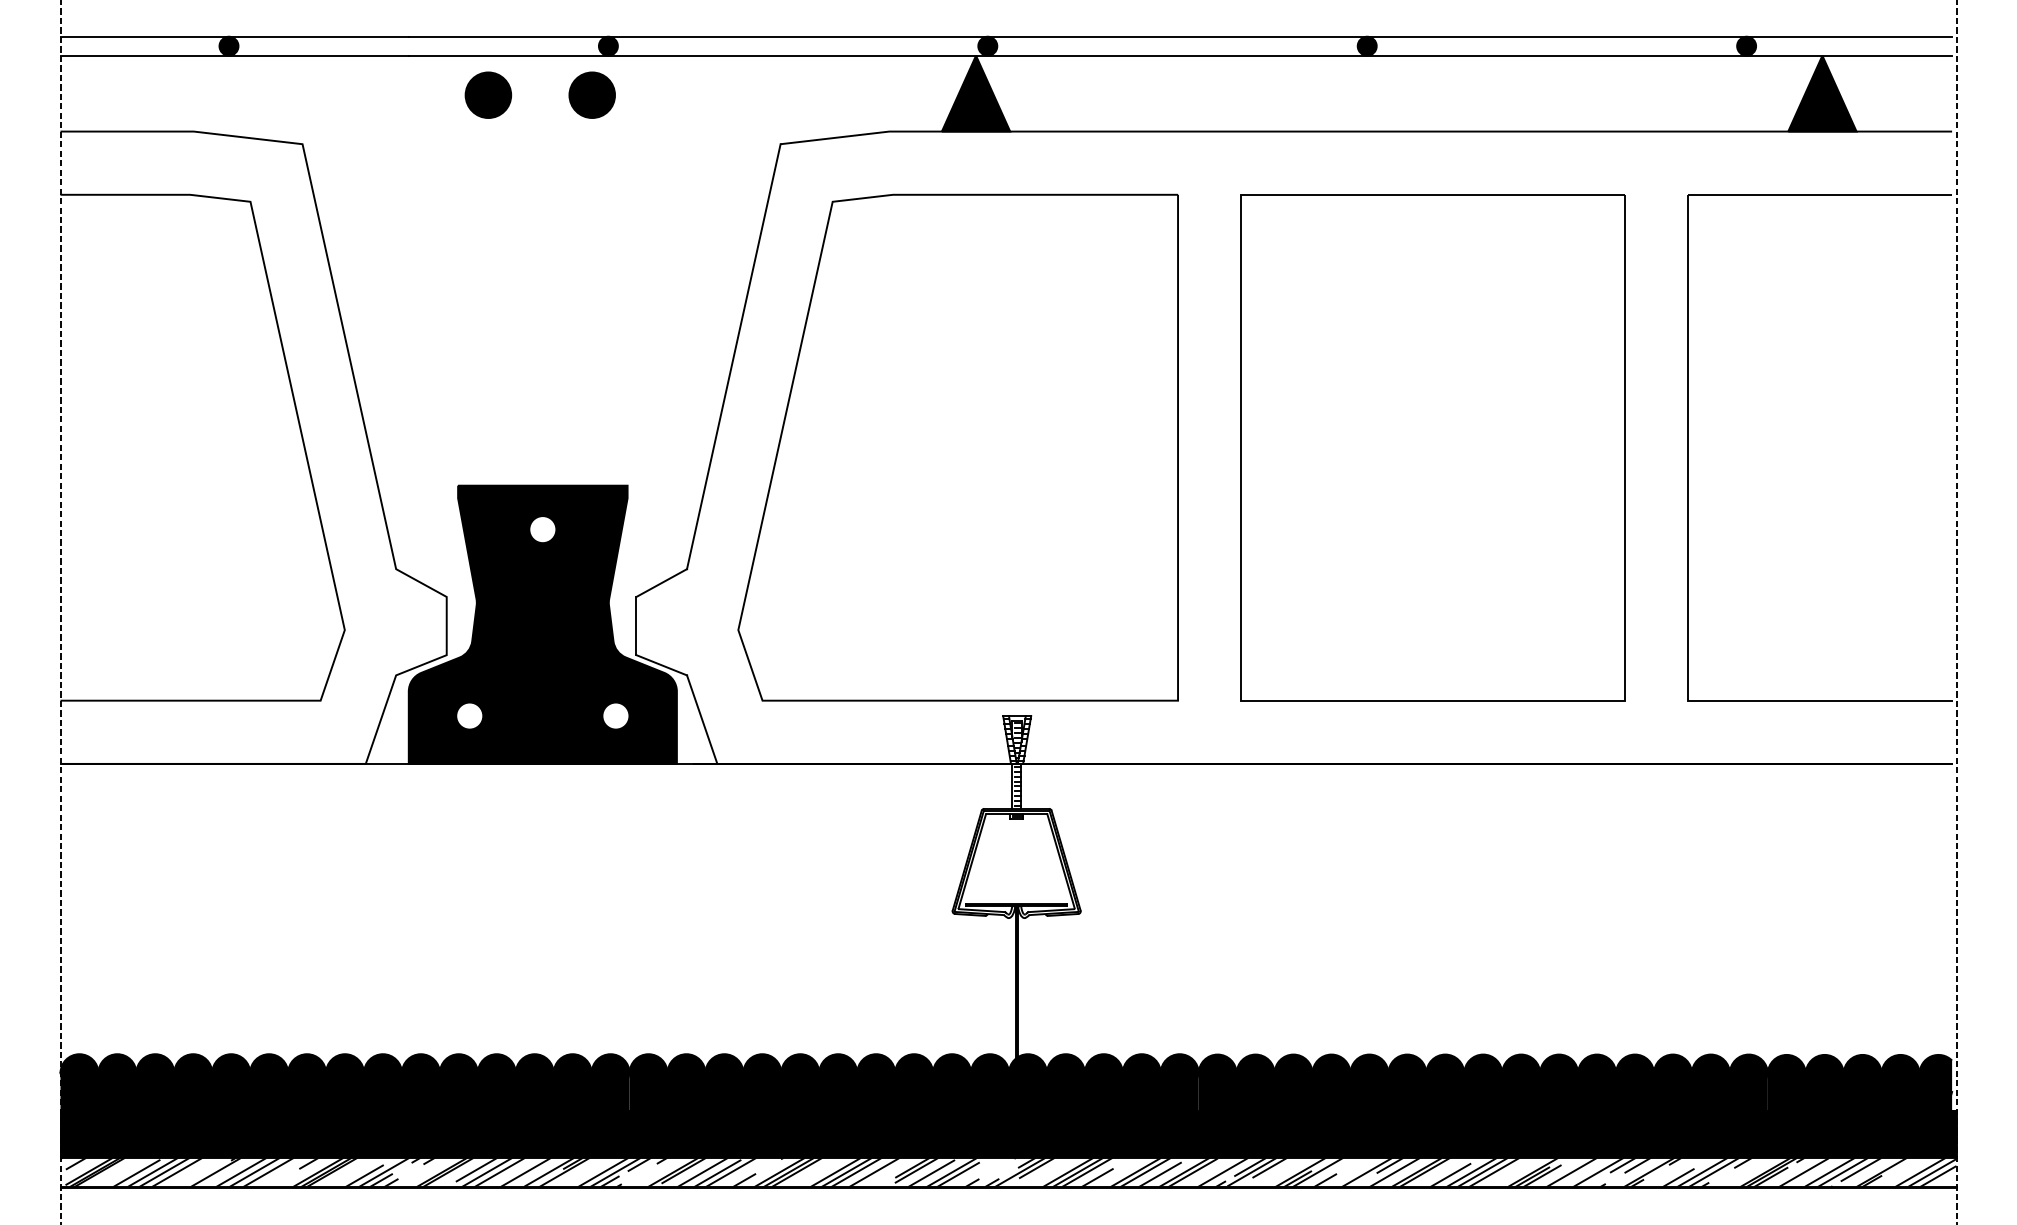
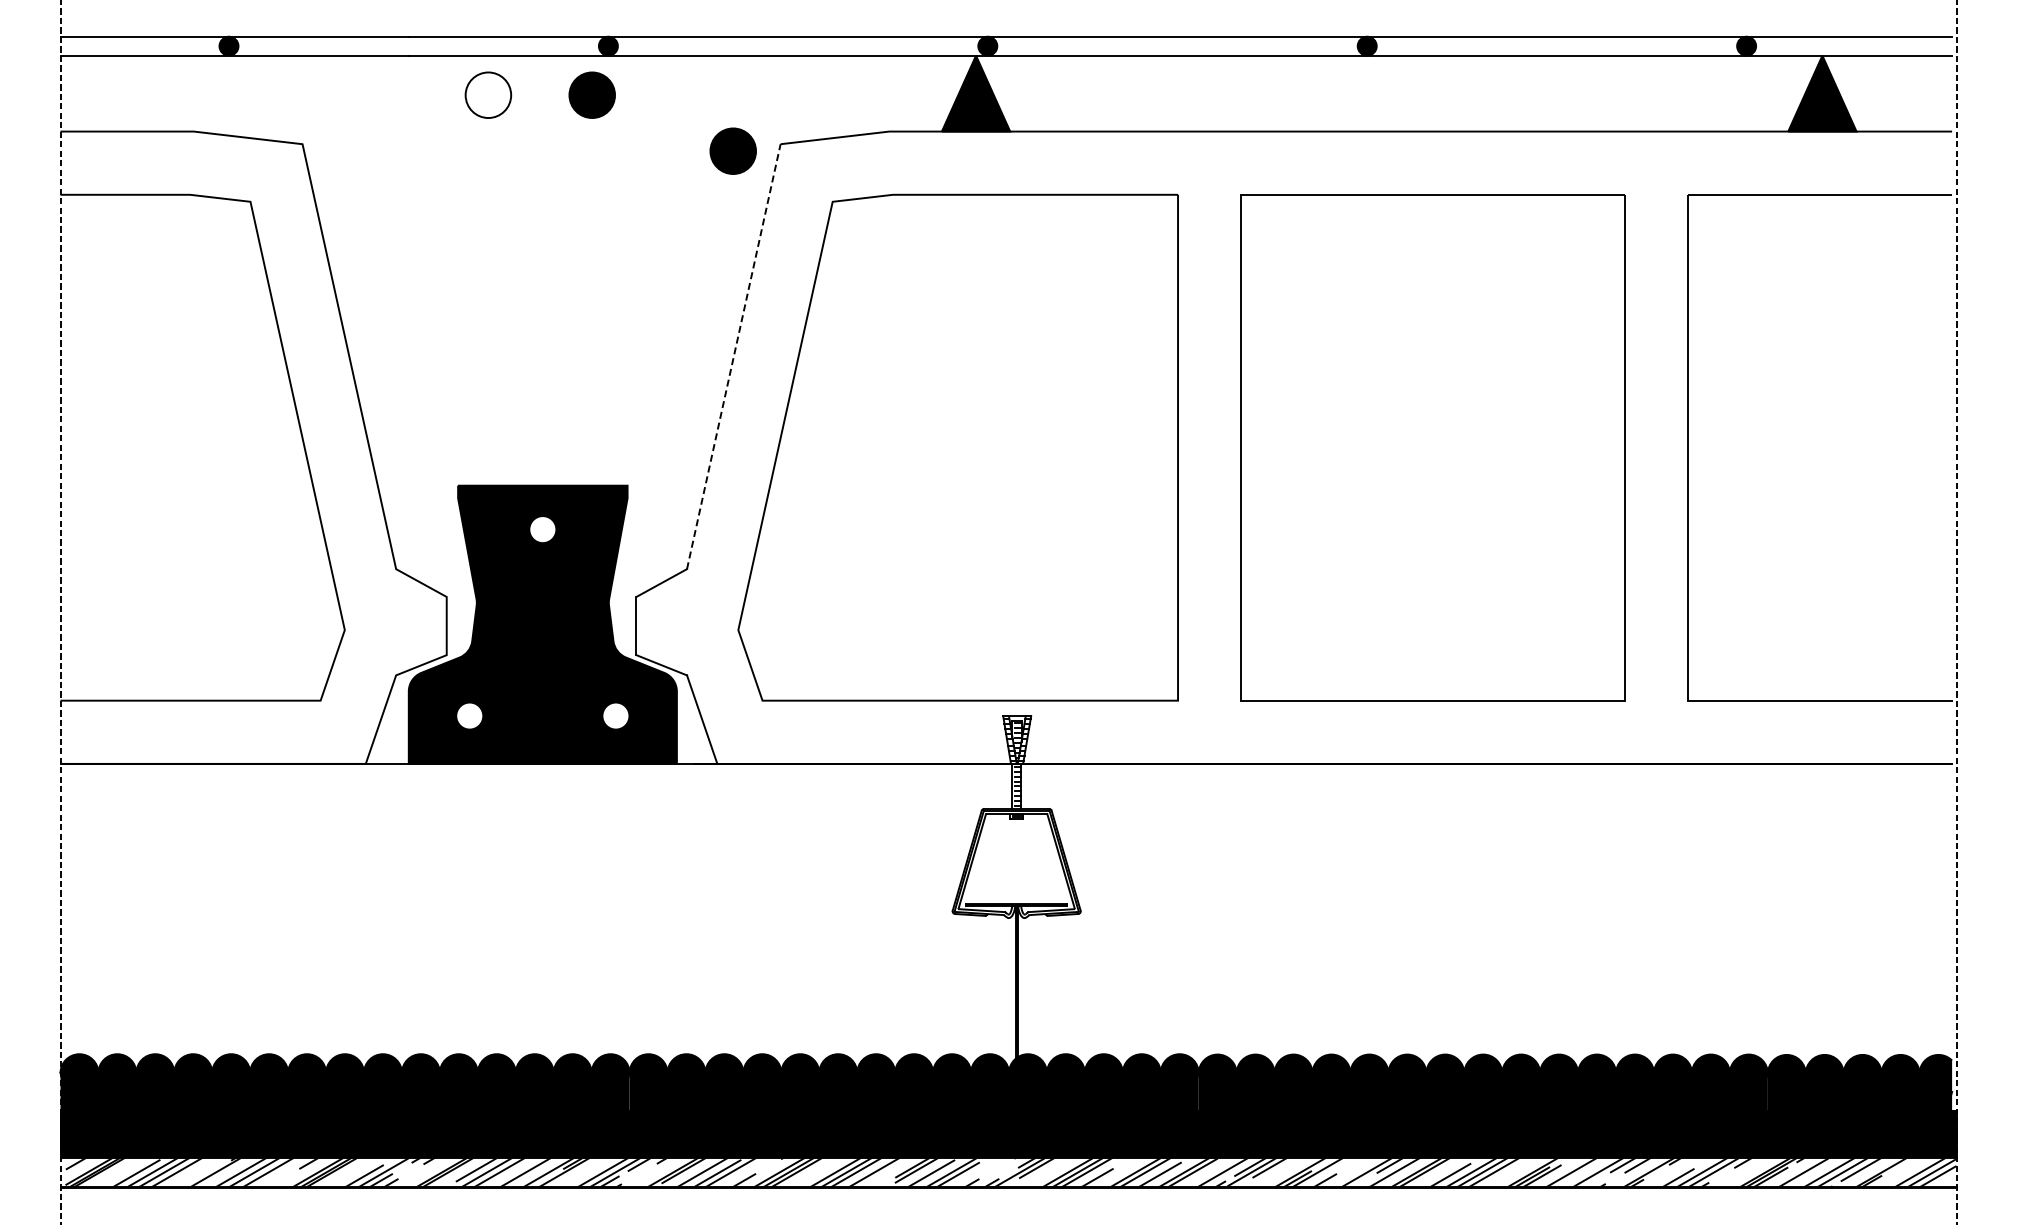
fill at (488, 95): present -> none
part at (732, 150): none -> present
line at (733, 356): solid -> dashed
